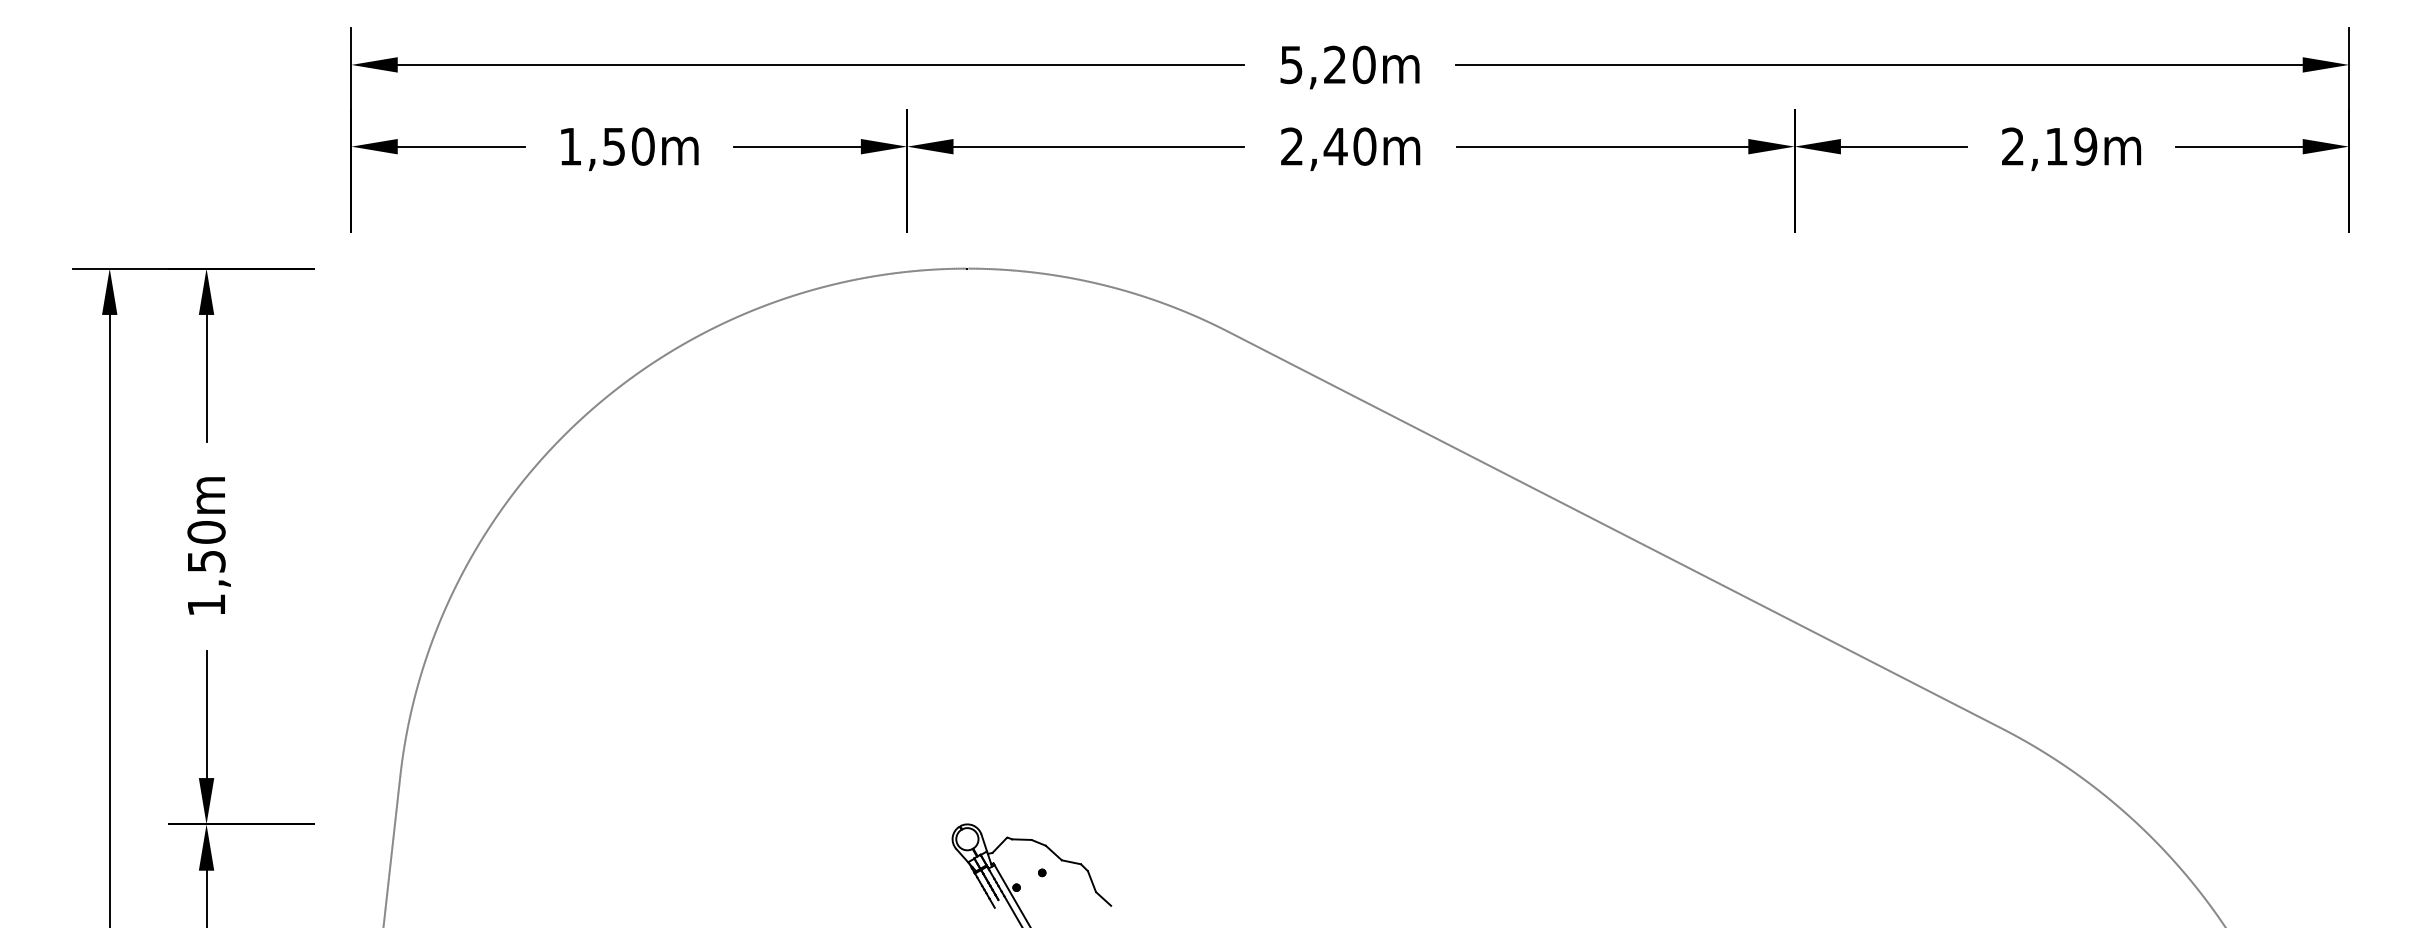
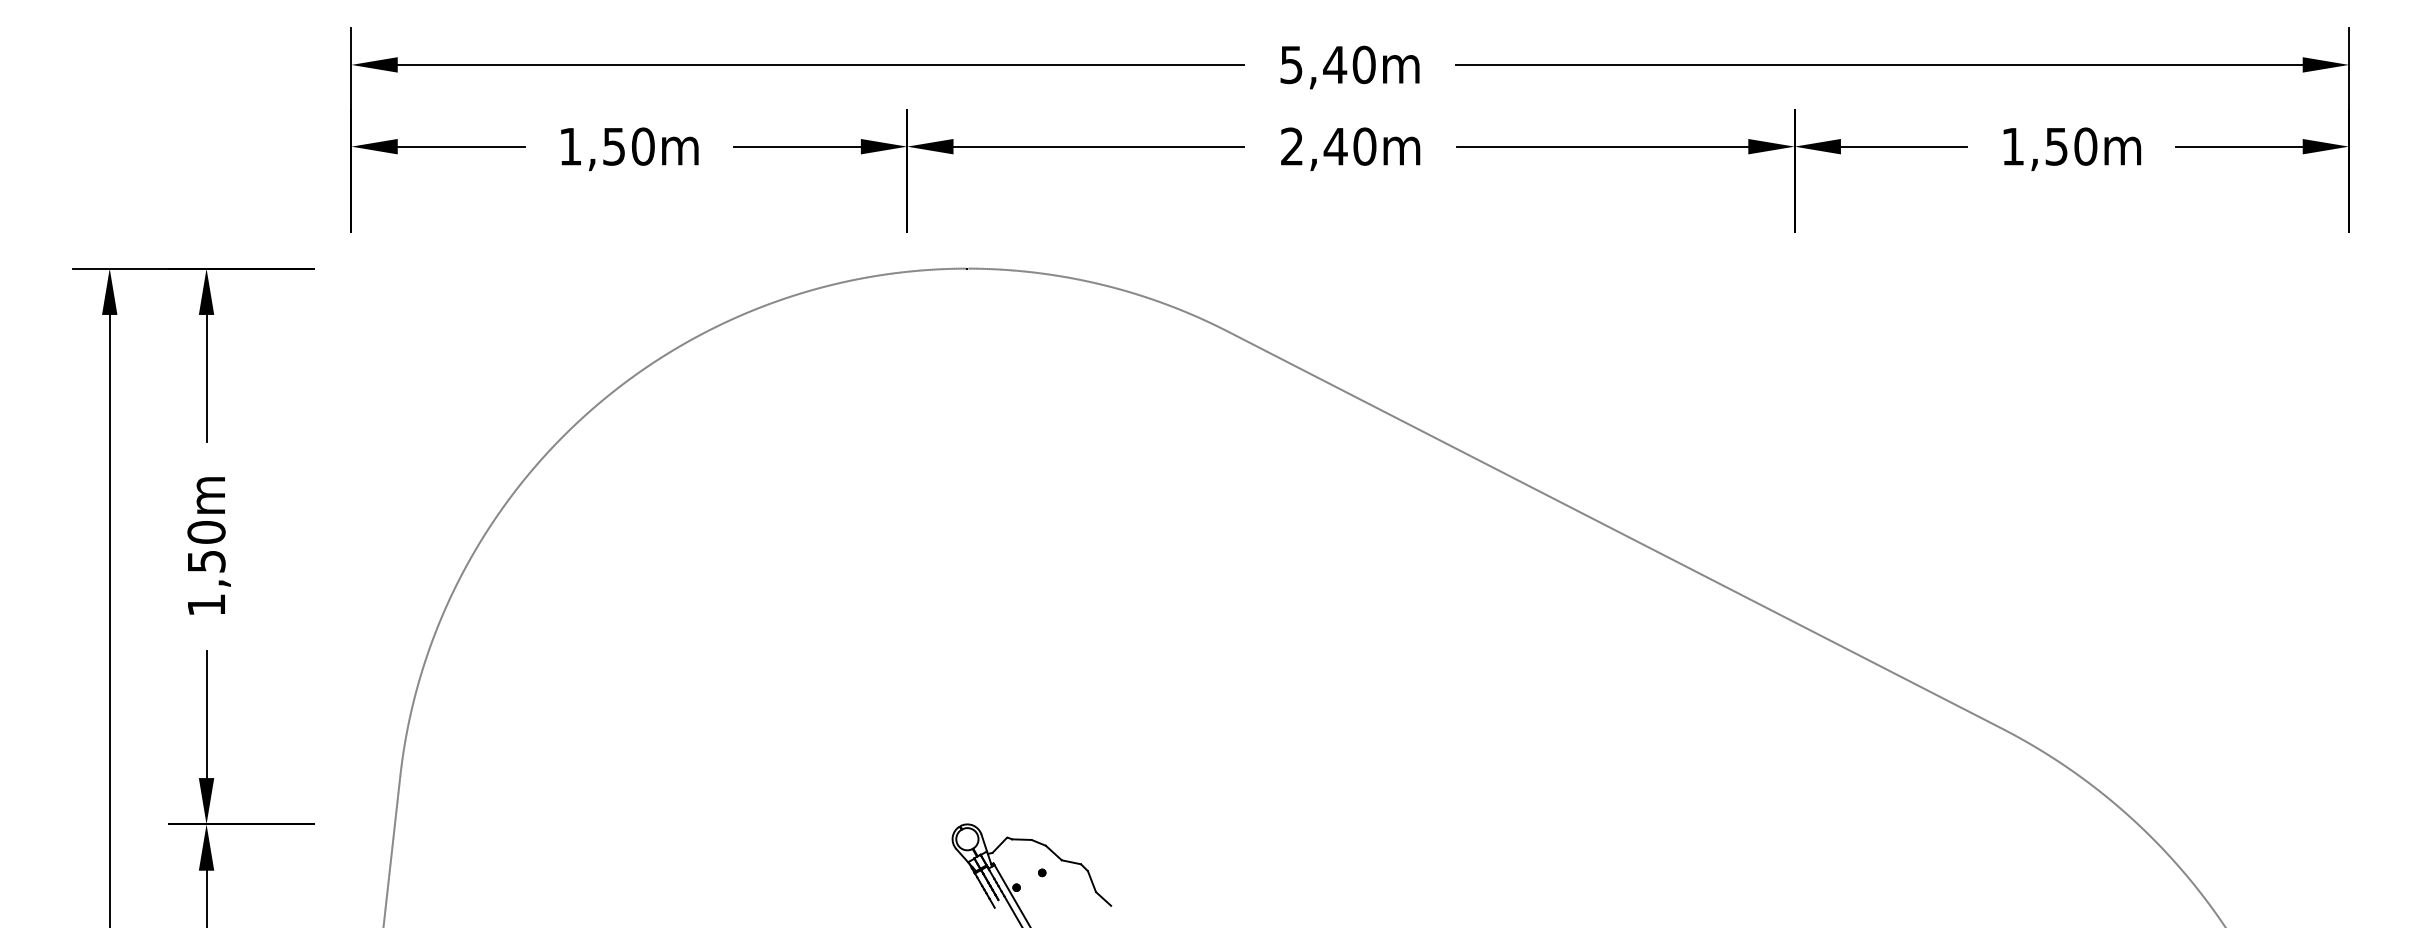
text at (1335, 64): 5,20m -> 5,40m
text at (2049, 146): 2,19m -> 1,50m
